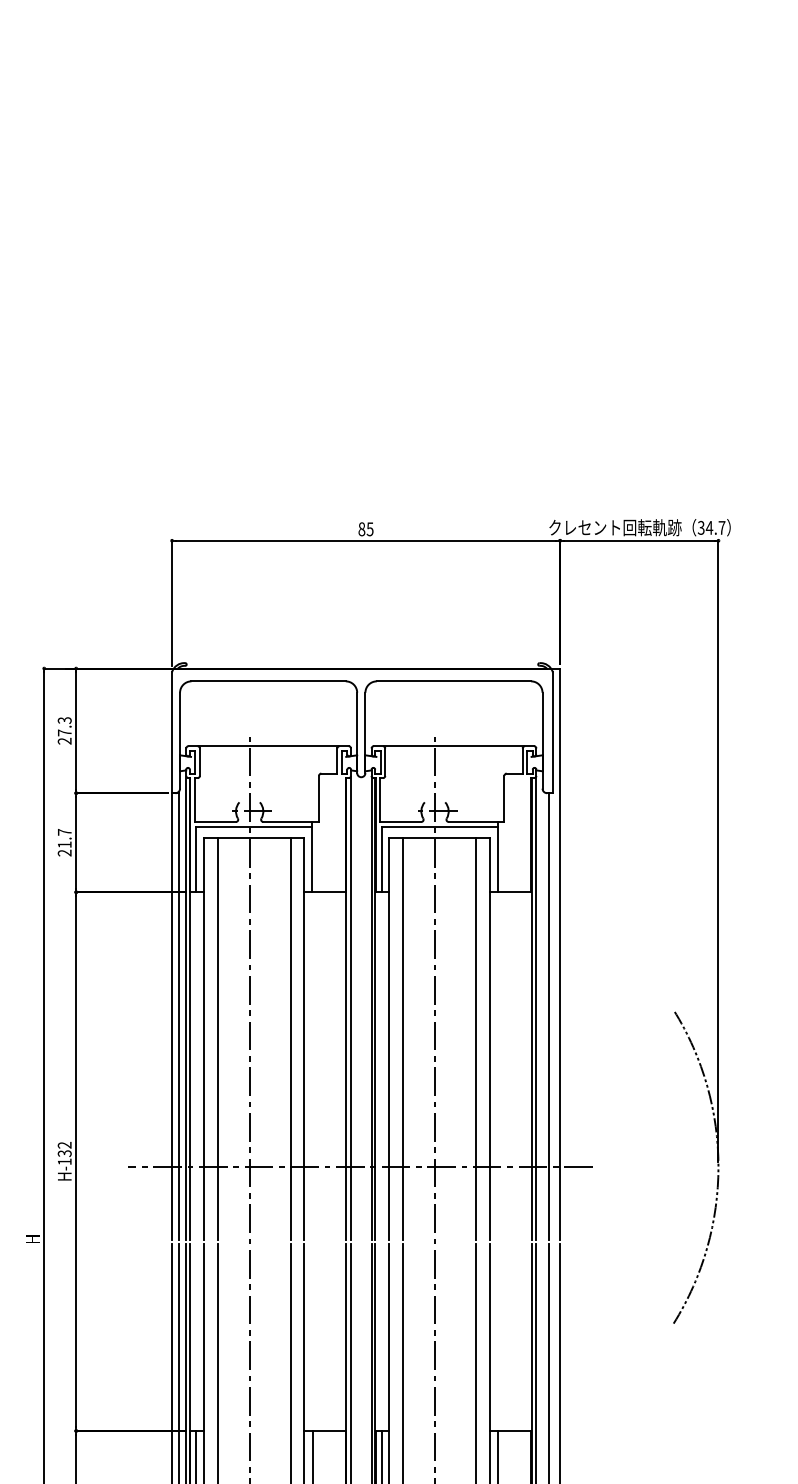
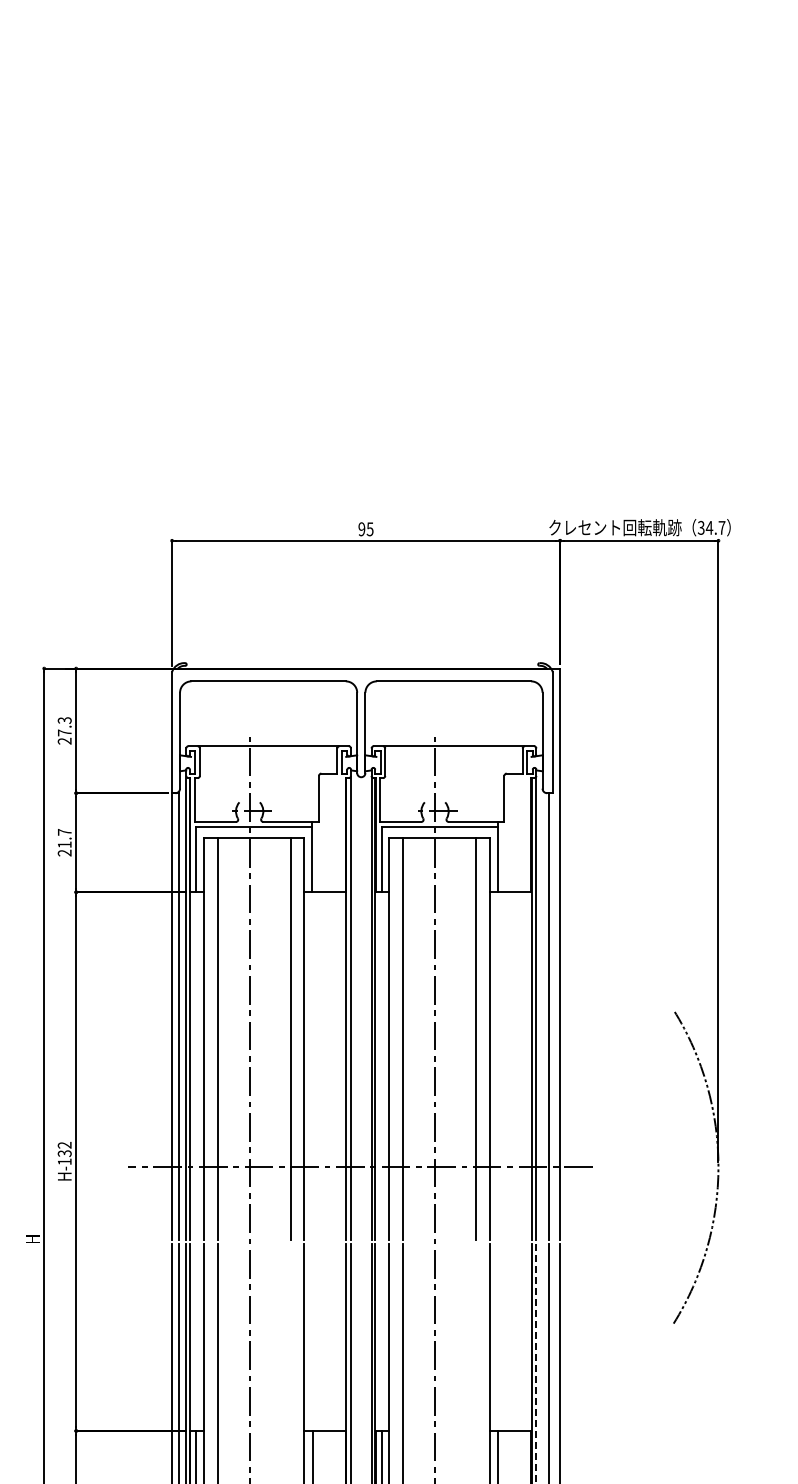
text at (361, 529): 85 -> 95
line at (290, 1361): present -> none
line at (476, 1361): present -> none
line at (536, 1363): solid -> dashed
